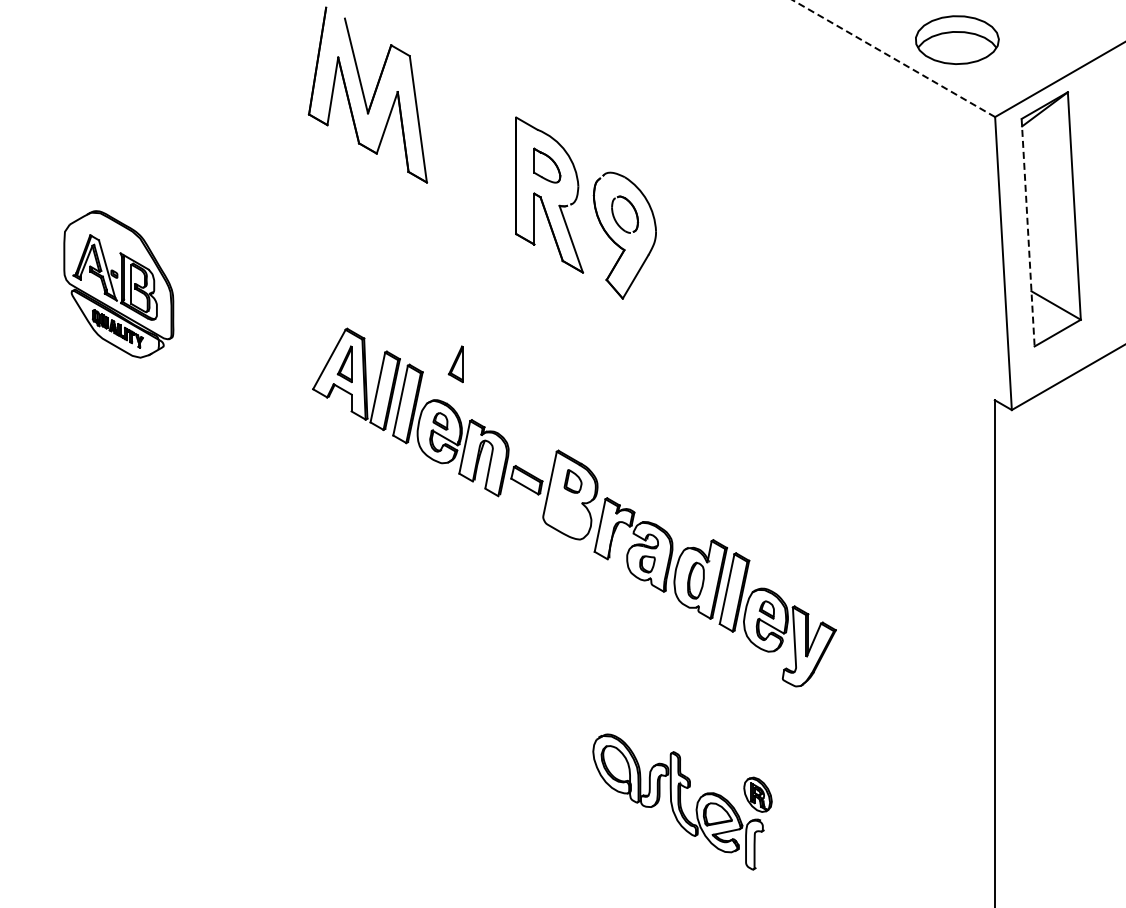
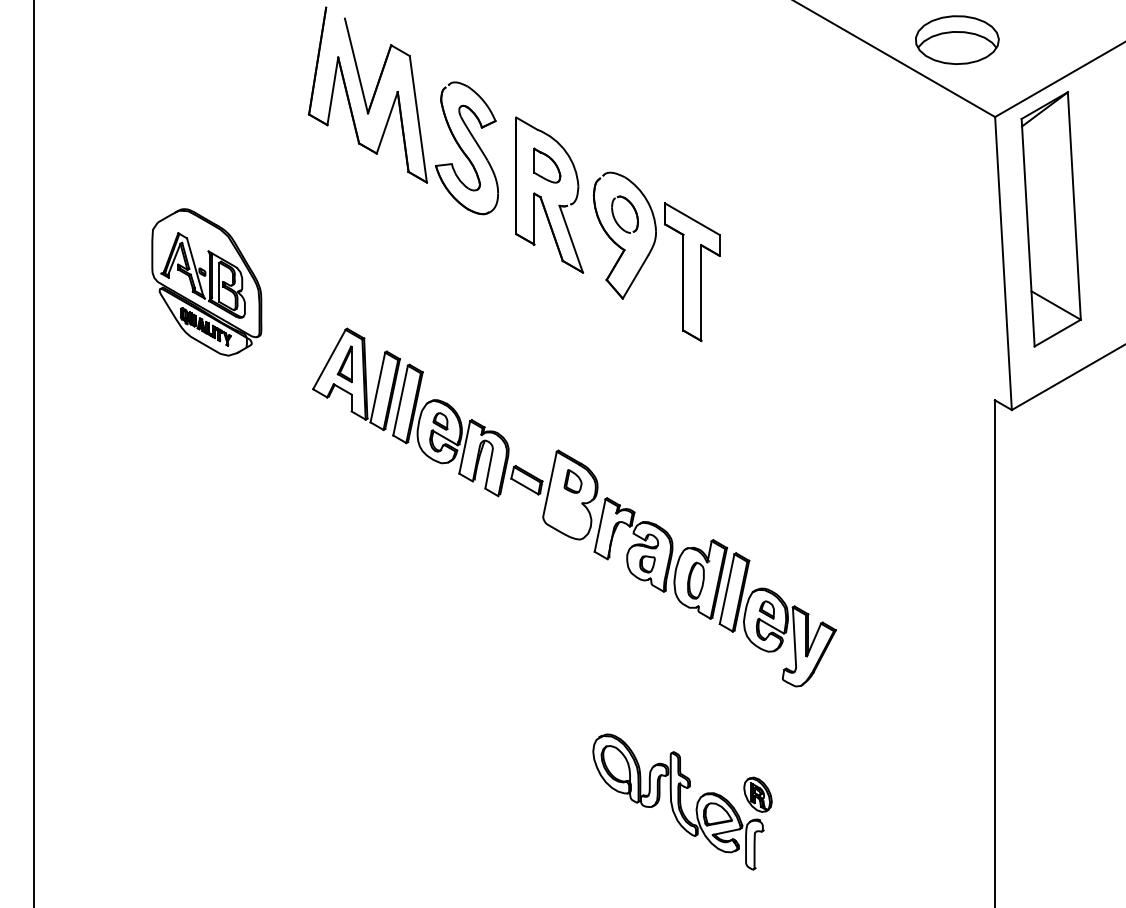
line at (893, 58): dashed -> solid
part at (466, 148): none -> present
line at (1028, 232): dashed -> solid
part at (692, 272): none -> present
part at (118, 284) position: (118, 284) -> (206, 282)
part at (455, 364): present -> none
line at (33, 453): none -> present
